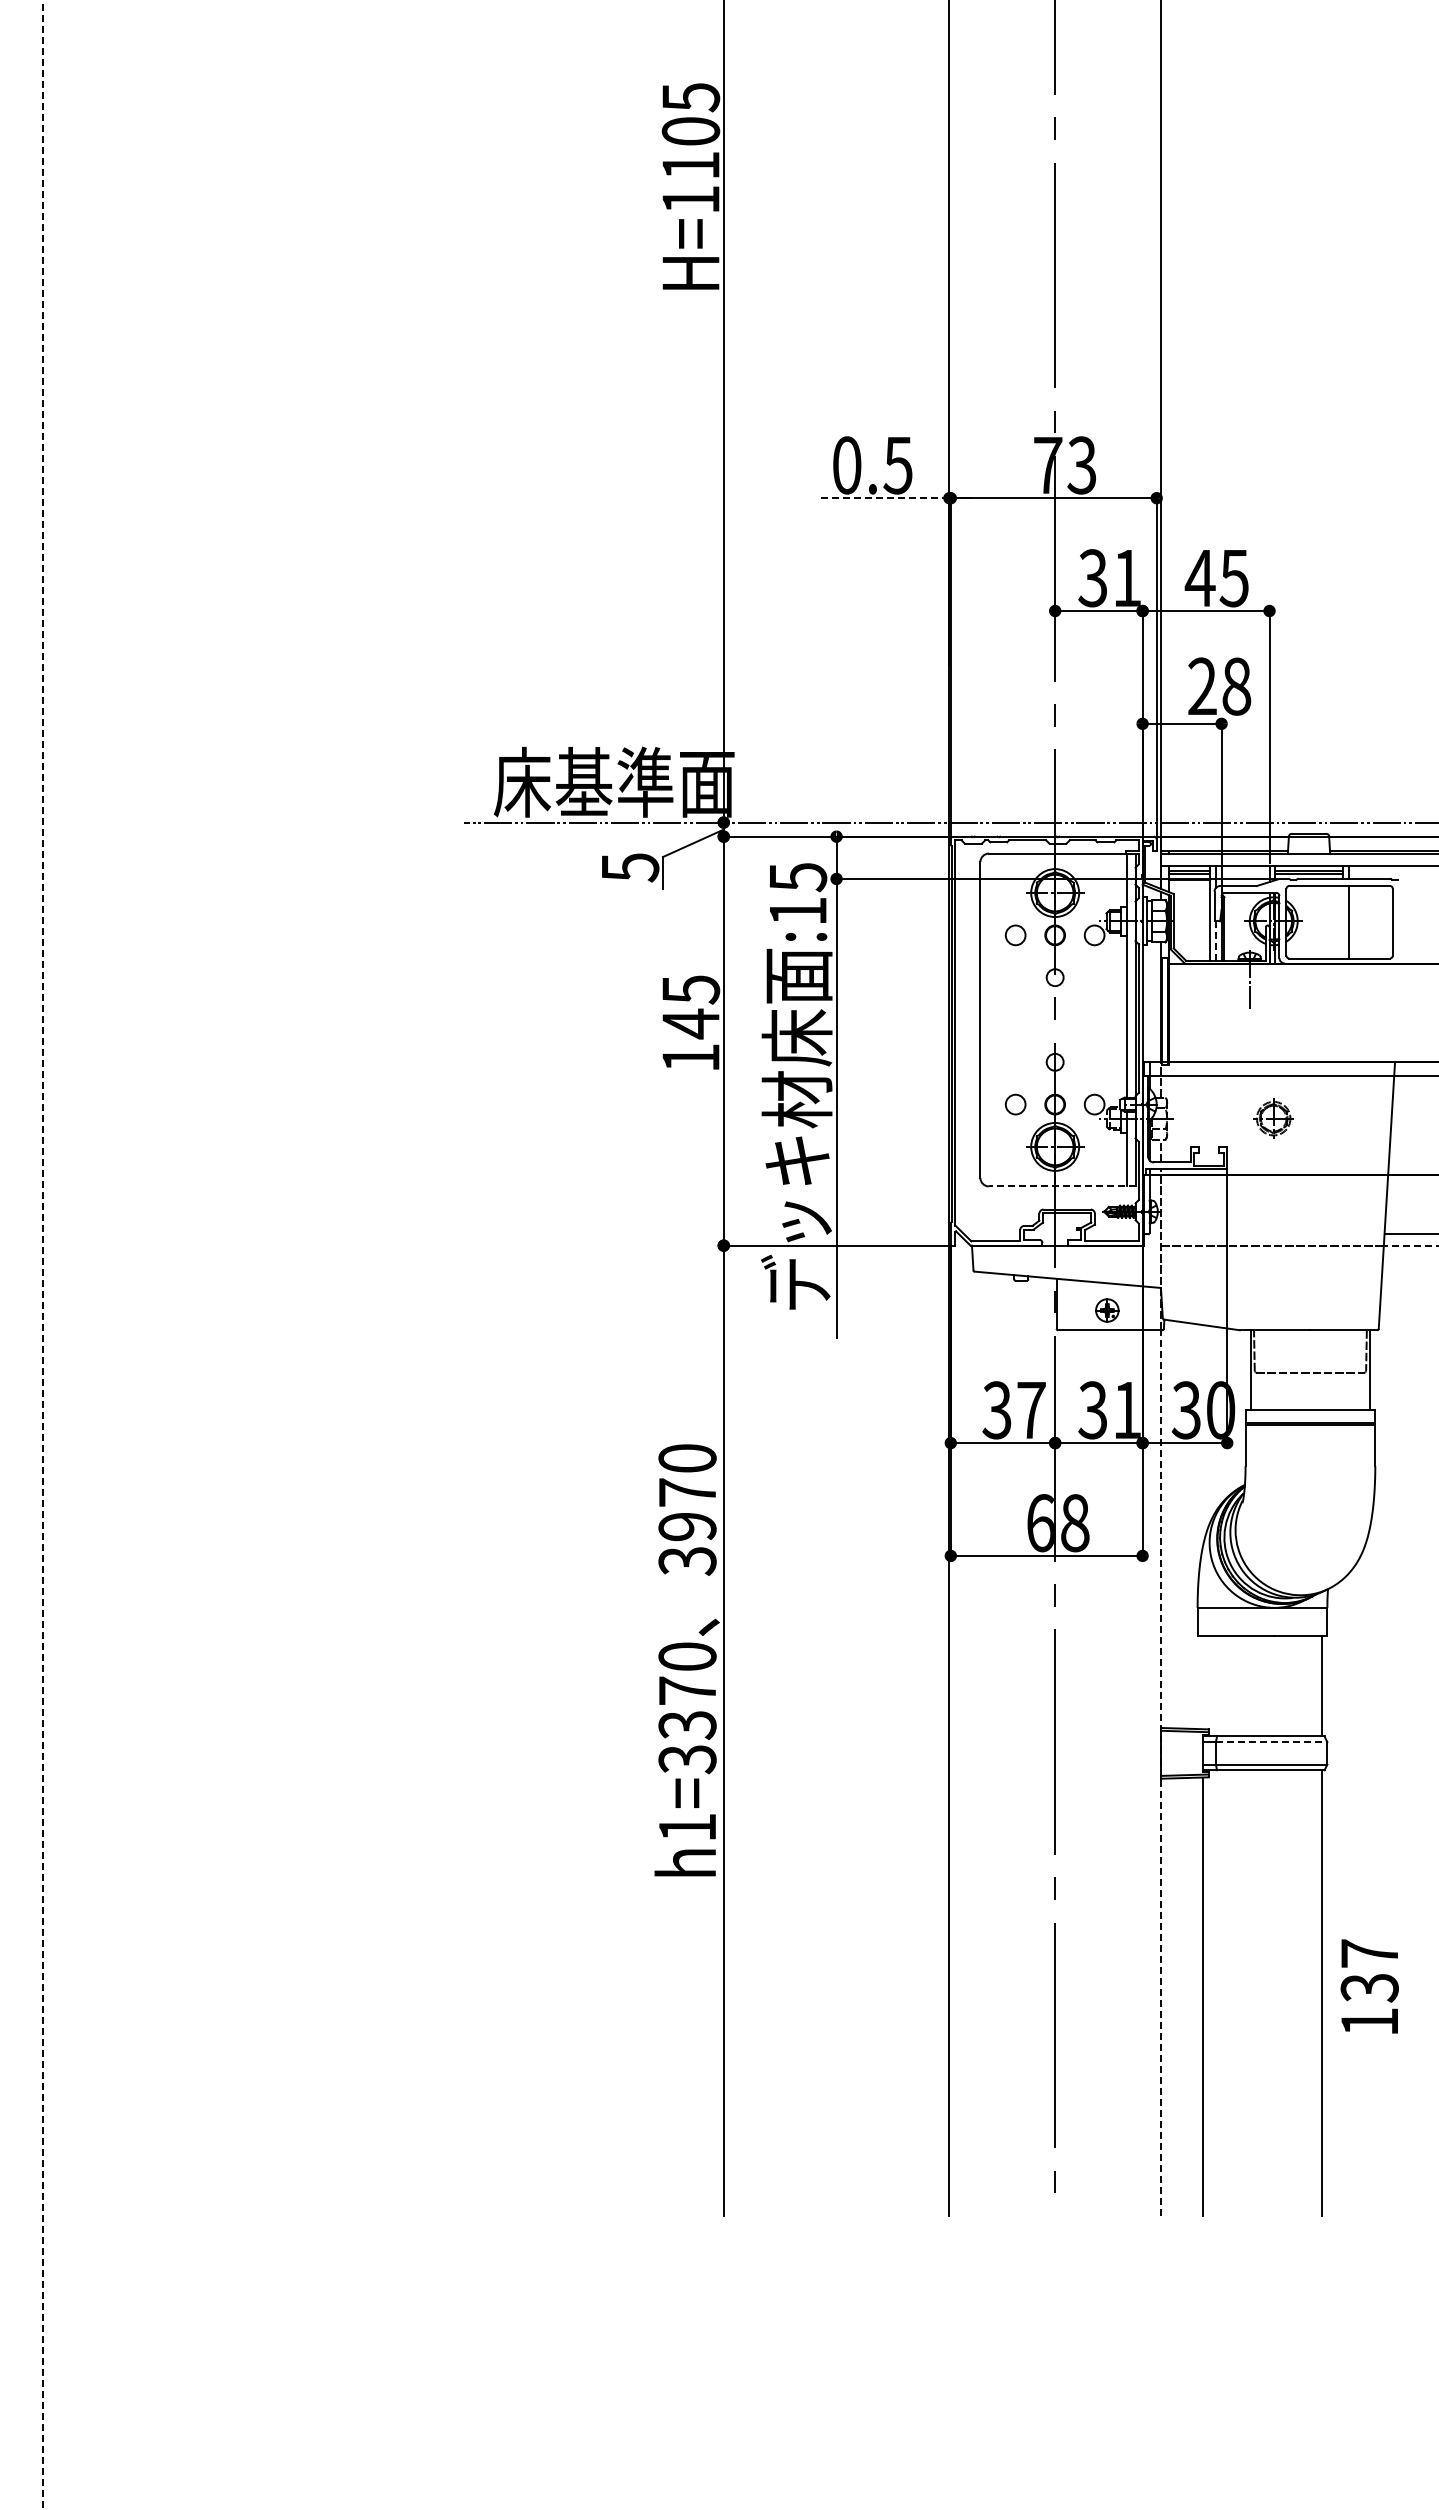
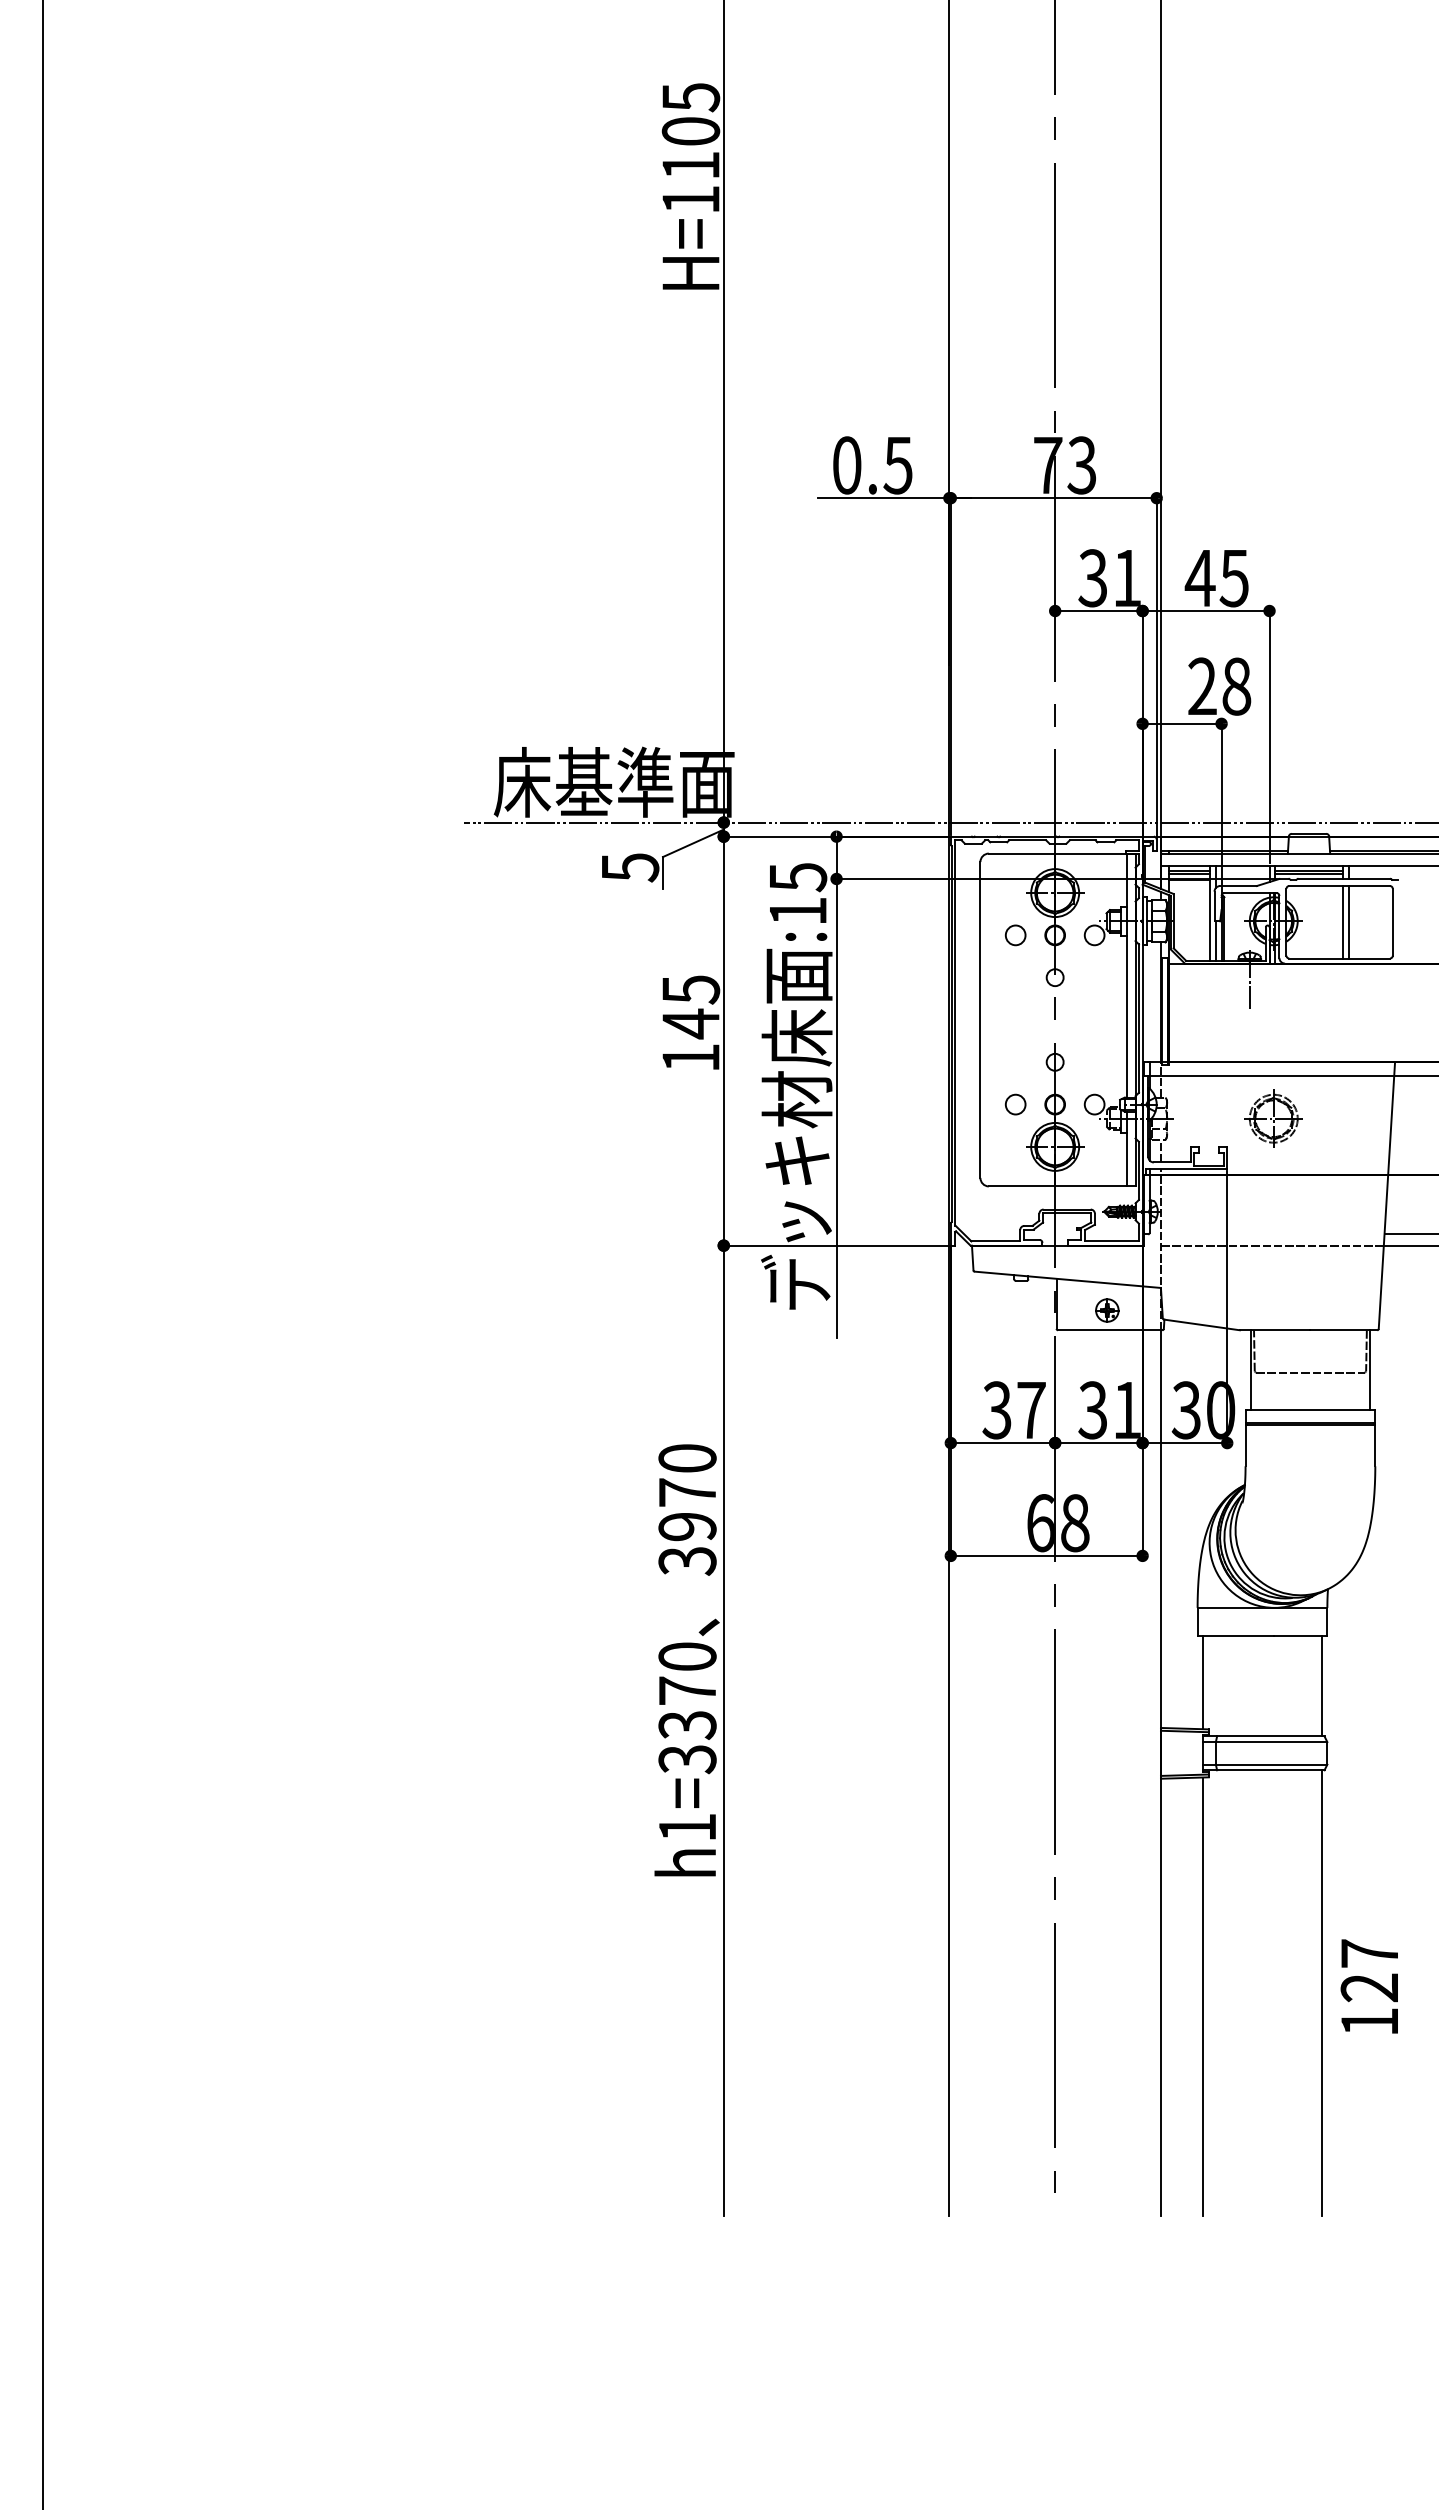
line at (883, 498): dashed -> solid
line at (1342, 922): none -> present
line at (1215, 941): dashed -> solid
part at (1273, 1118) size: 41x41 px -> 59x59 px
line at (1061, 1186): dashed -> solid
line at (1410, 1245): dashed -> solid
line at (43, 1255): dashed -> solid
line at (1203, 1682): none -> present
line at (1271, 1742): dashed -> solid
line at (1160, 1773): dashed -> solid
text at (1369, 1987): 137 -> 127
